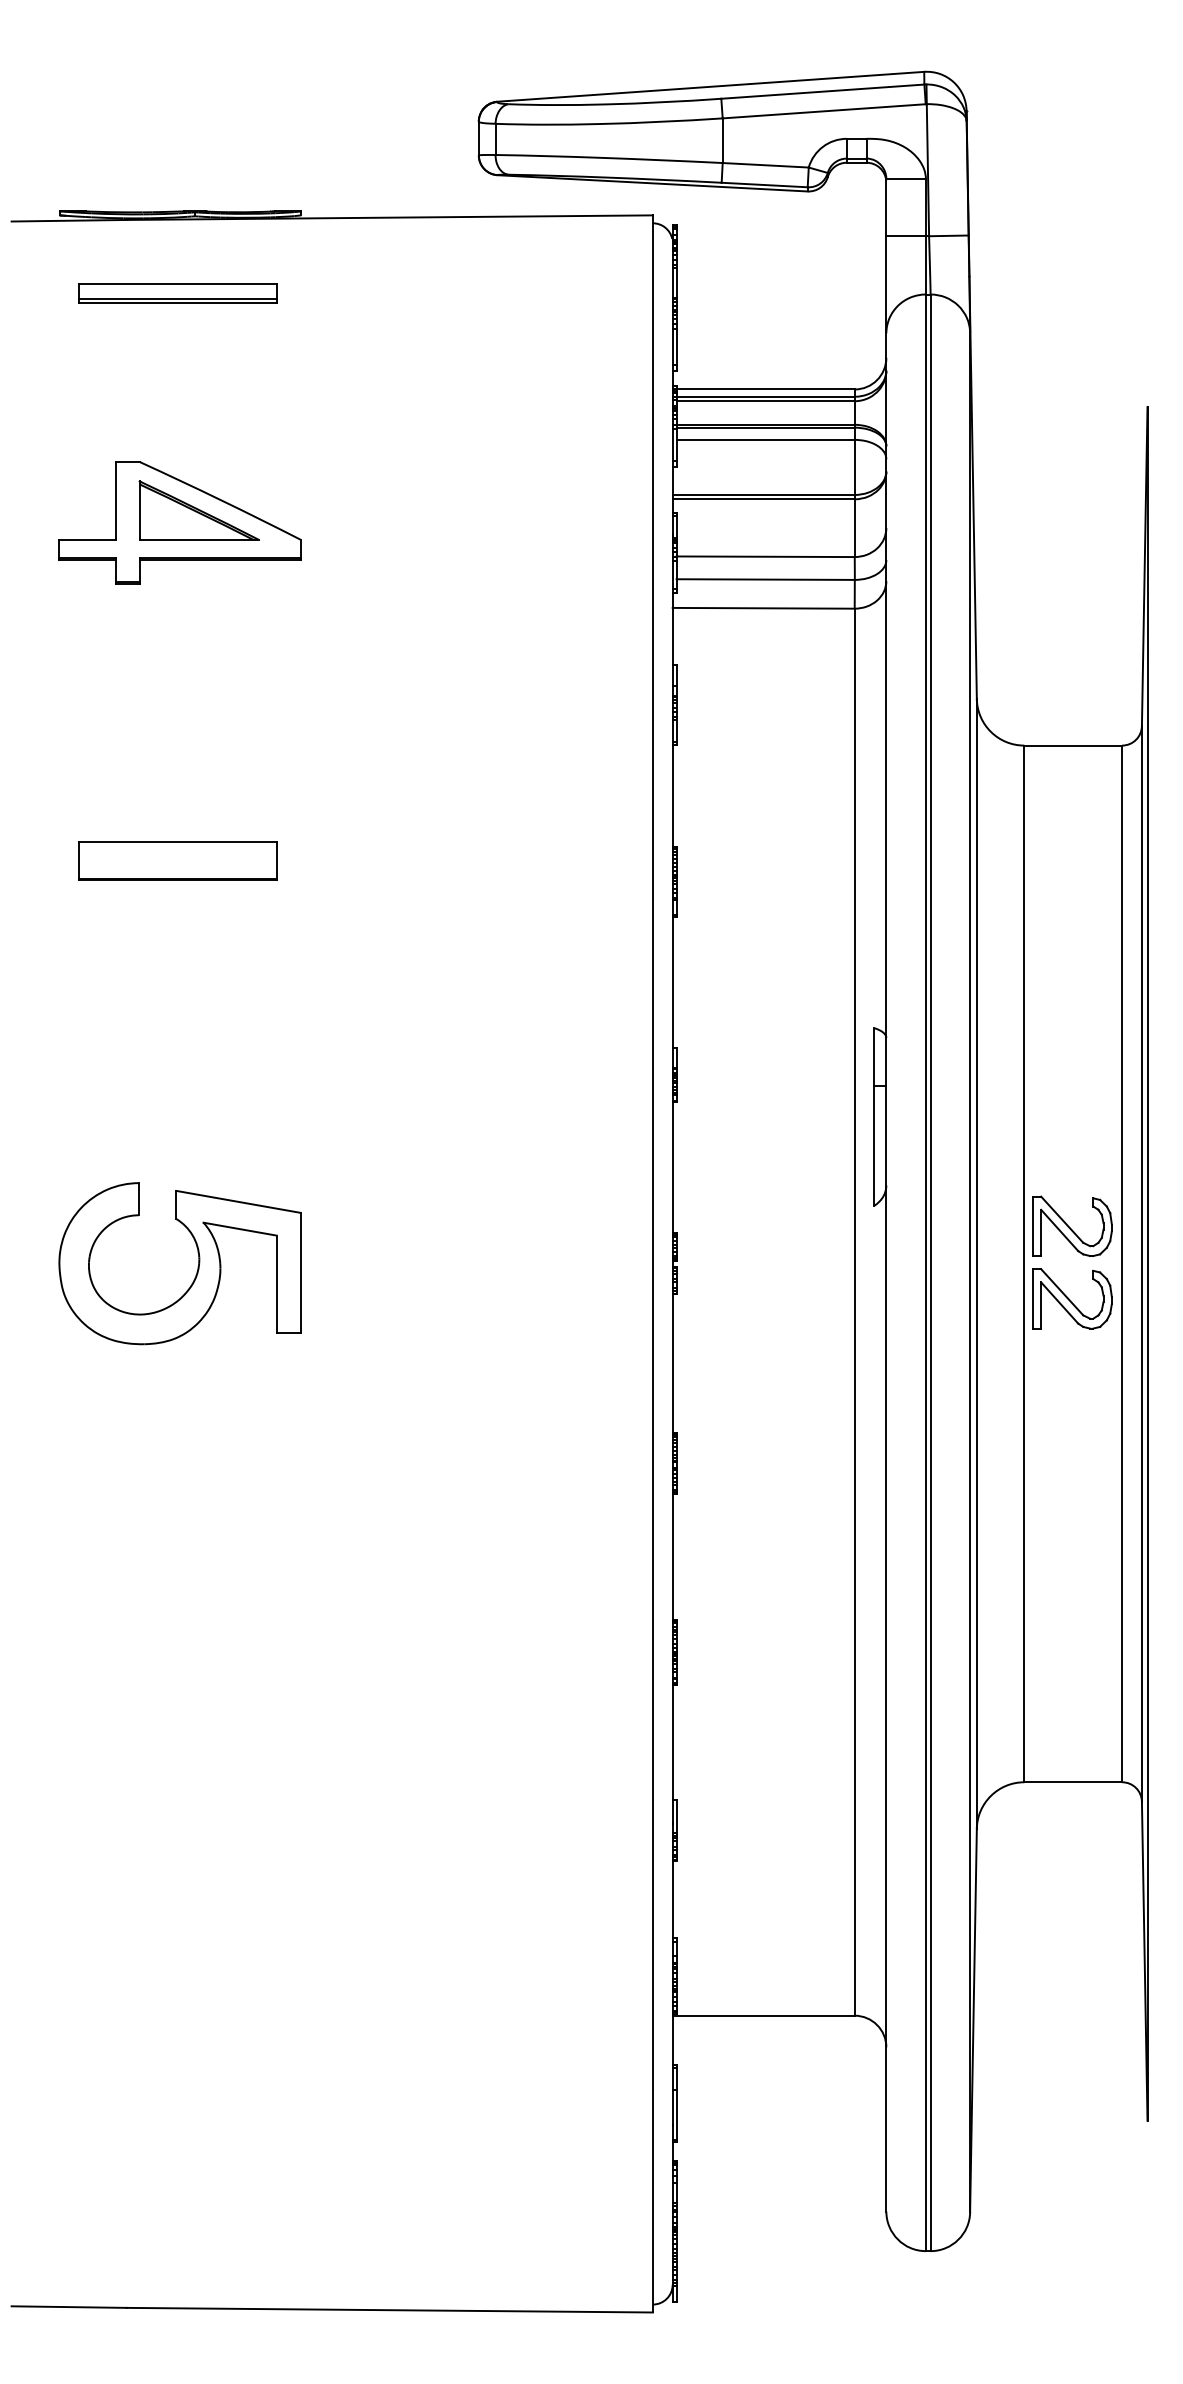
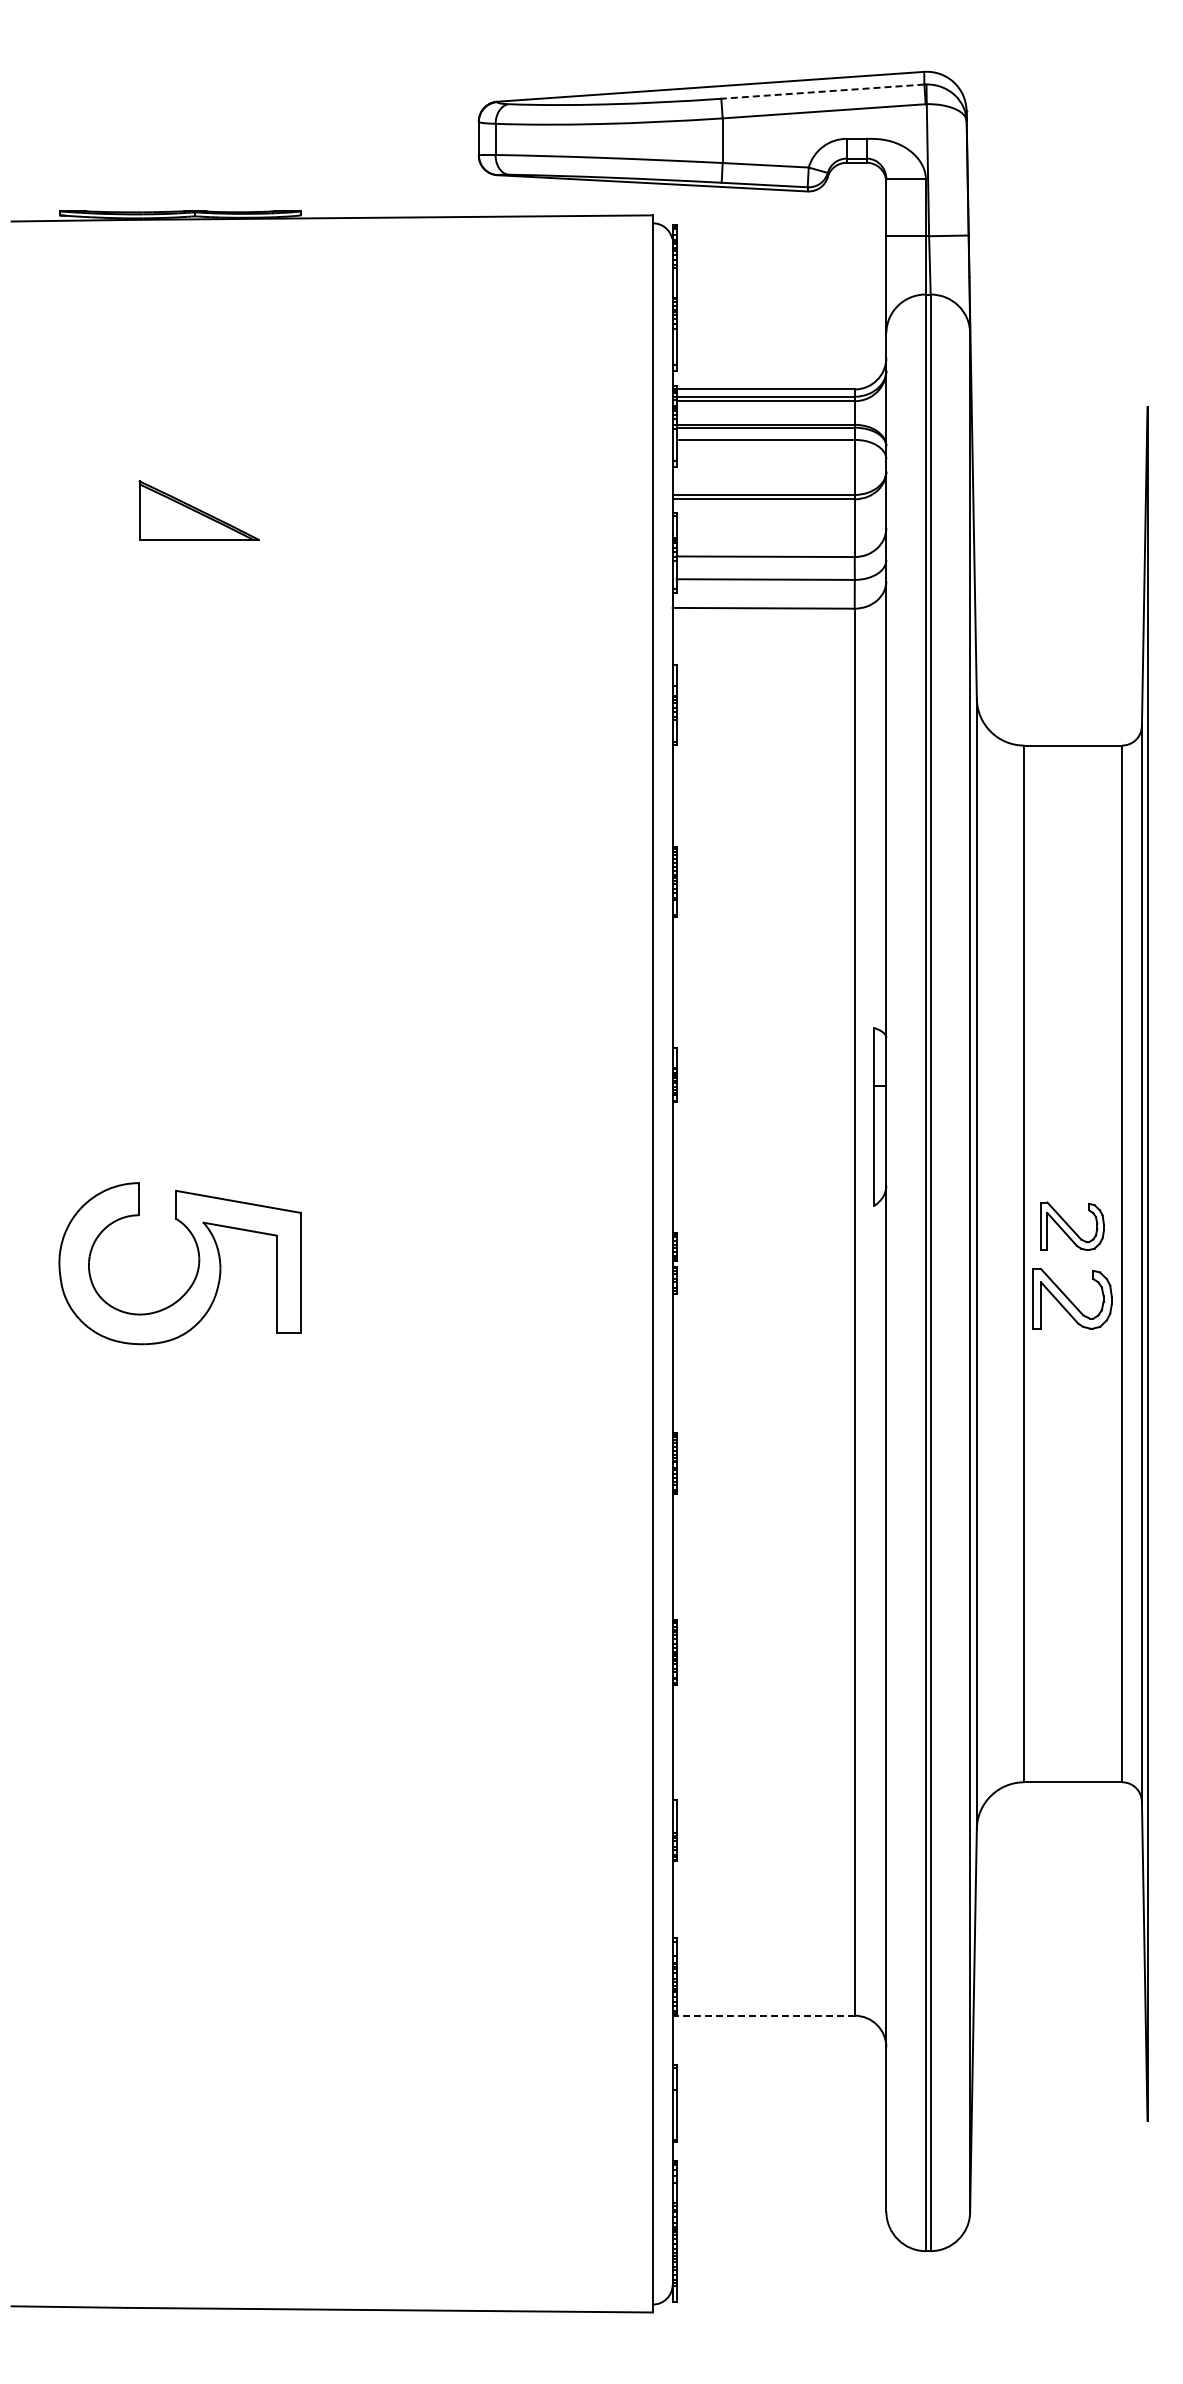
line at (822, 91): solid -> dashed
part at (177, 293): present -> none
part at (179, 522): present -> none
part at (177, 860): present -> none
part at (1072, 1225) size: 81x62 px -> 65x50 px
line at (763, 2015): solid -> dashed
